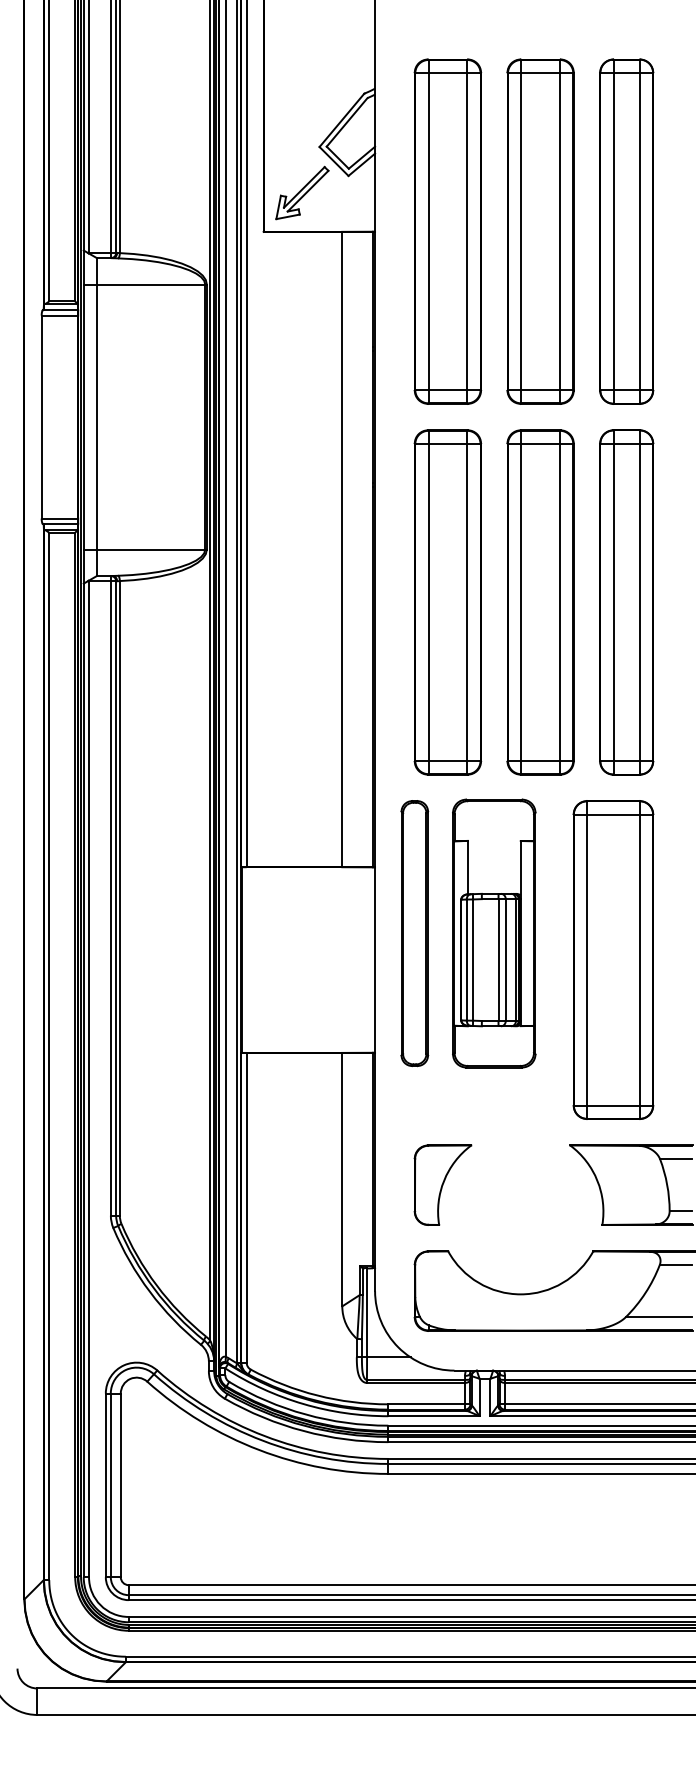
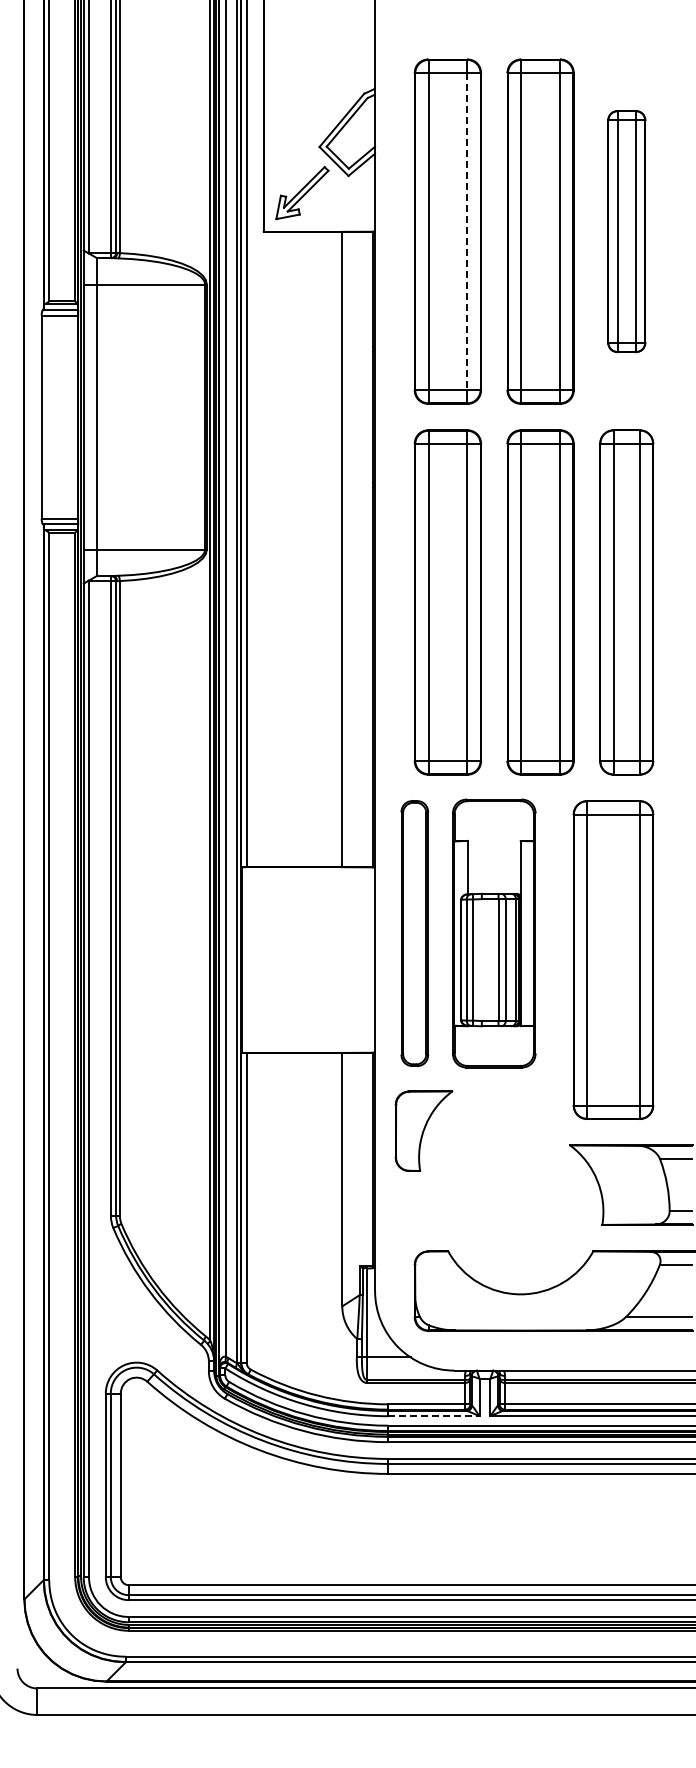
part at (626, 231) size: 56x347 px -> 40x244 px
line at (467, 232): solid -> dashed
part at (442, 1184) position: (442, 1184) -> (423, 1130)
line at (433, 1416): solid -> dashed
